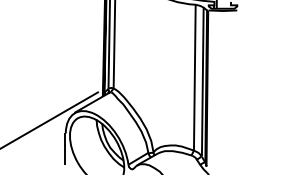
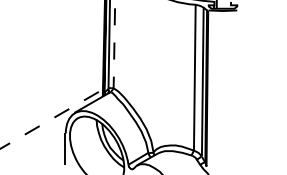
line at (114, 47): solid -> dashed
line at (49, 120): solid -> dashed
